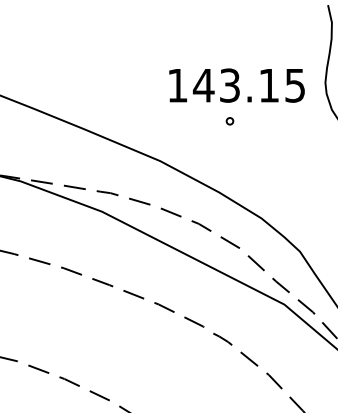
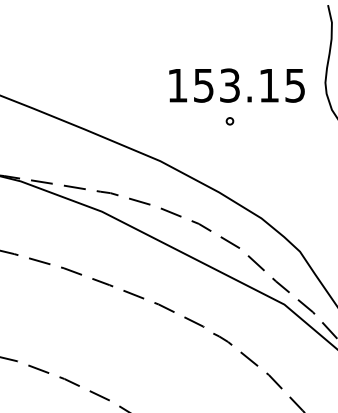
text at (203, 85): 143.15 -> 153.15
